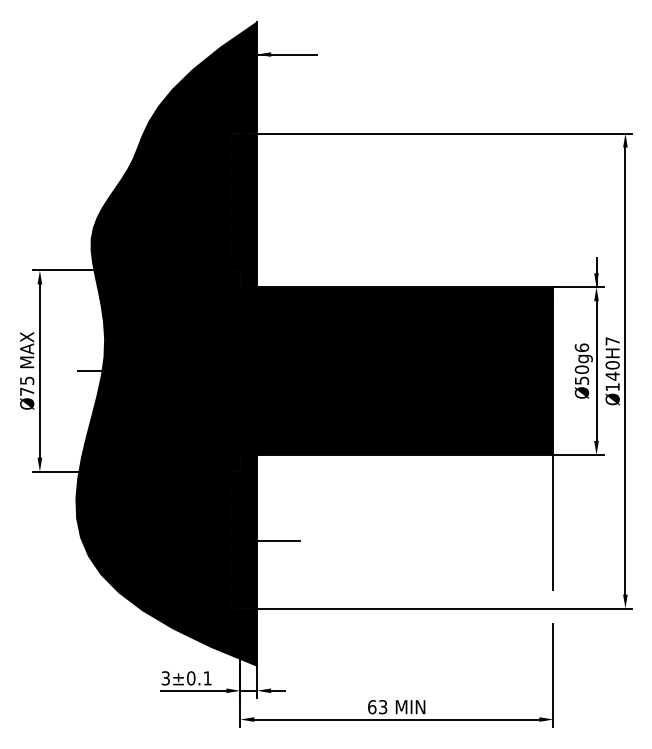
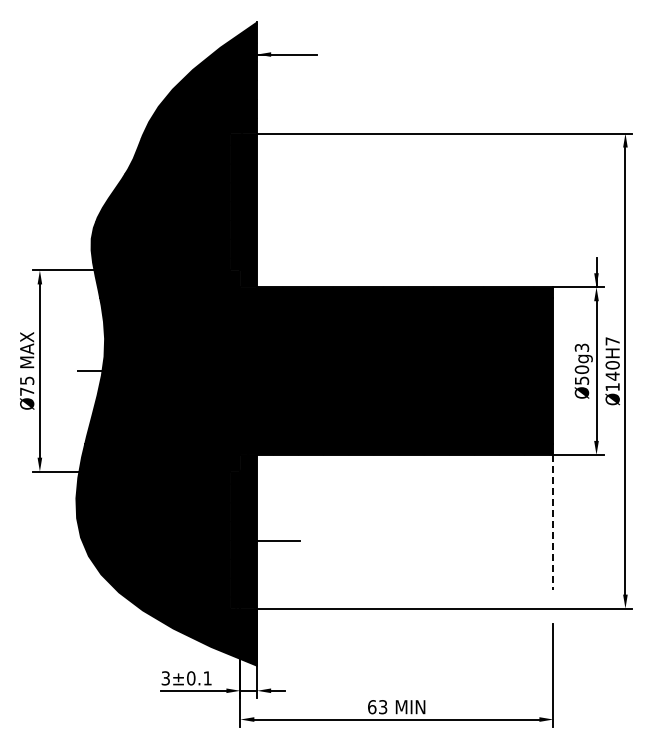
text at (581, 347): Ø50g6 -> Ø50g3
line at (553, 522): solid -> dashed
